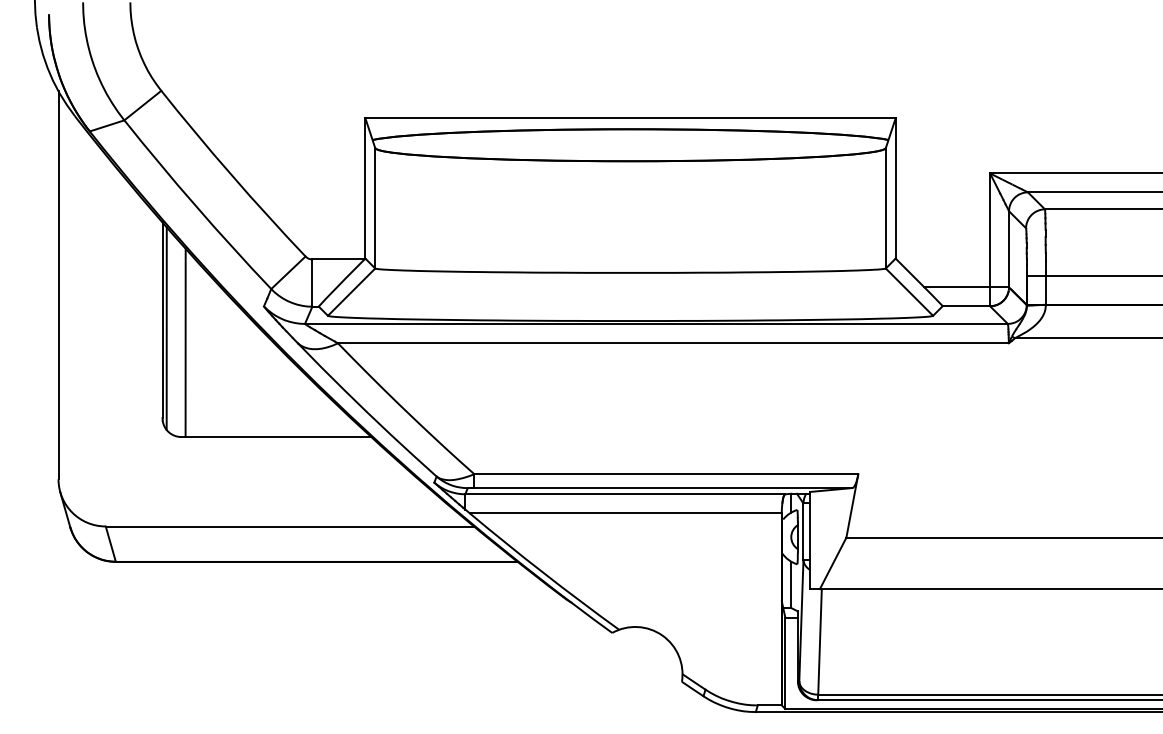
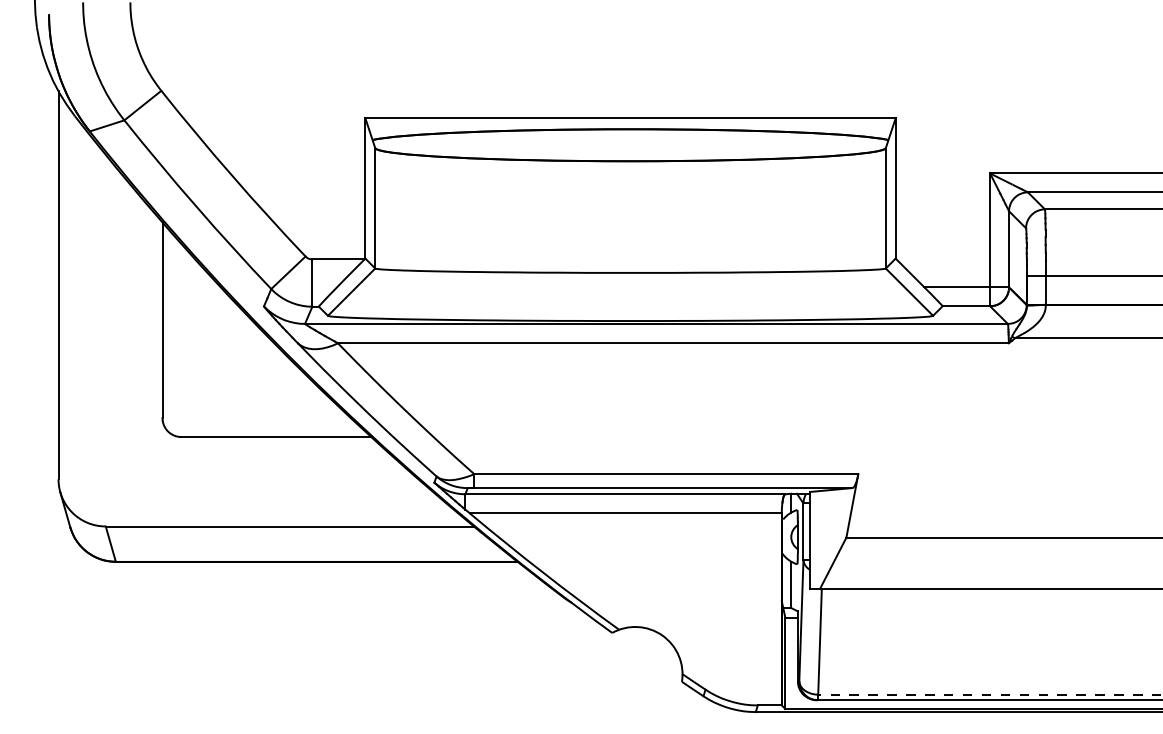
line at (166, 328): present -> none
line at (185, 342): present -> none
line at (989, 694): solid -> dashed
